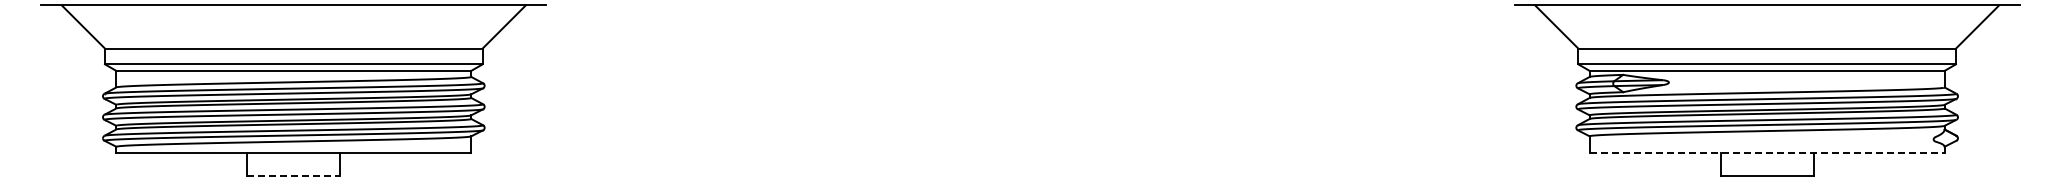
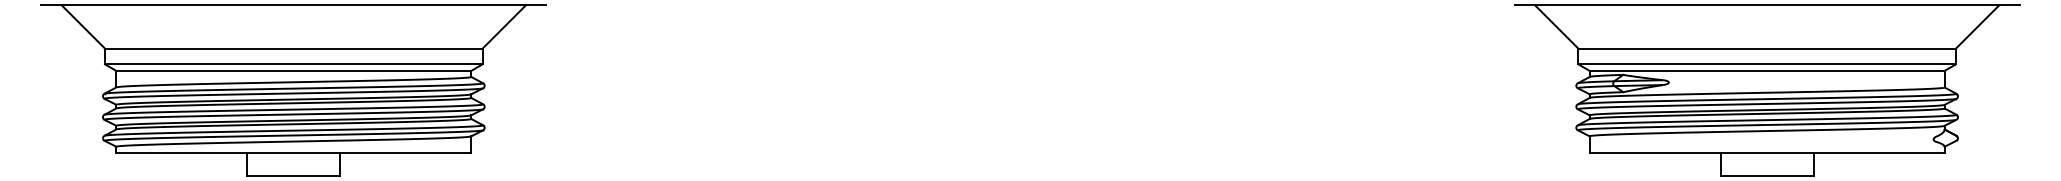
line at (1767, 152): dashed -> solid
line at (294, 175): dashed -> solid
